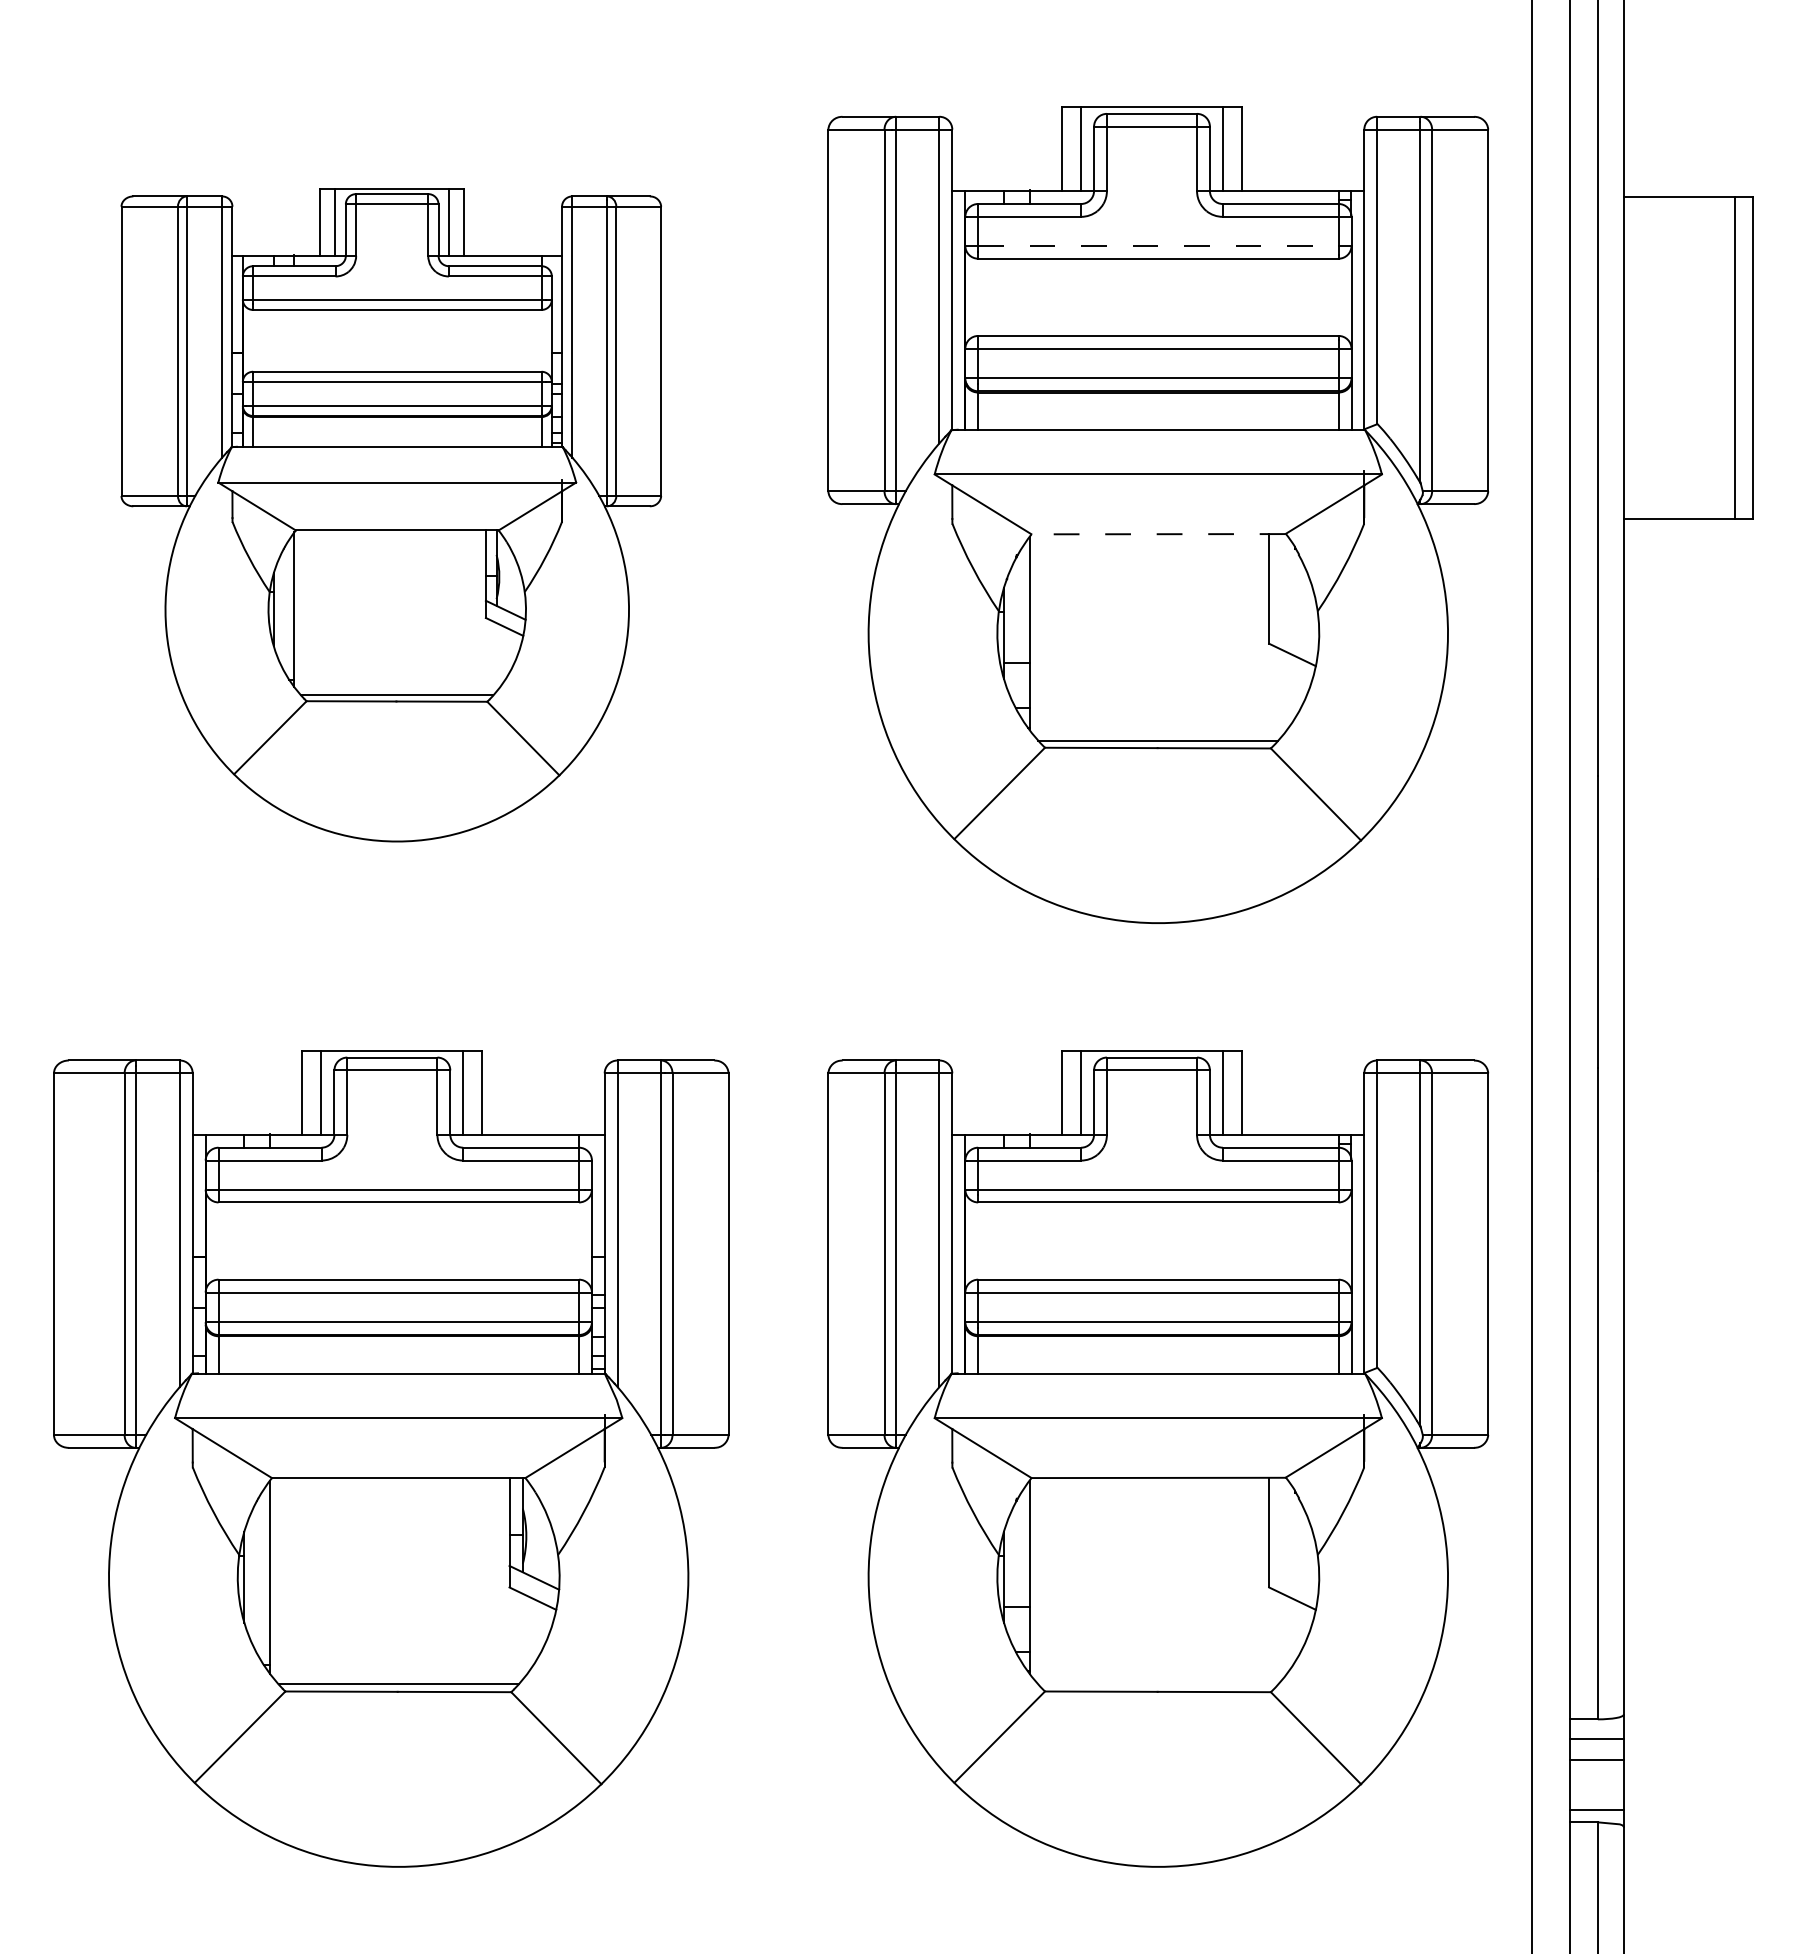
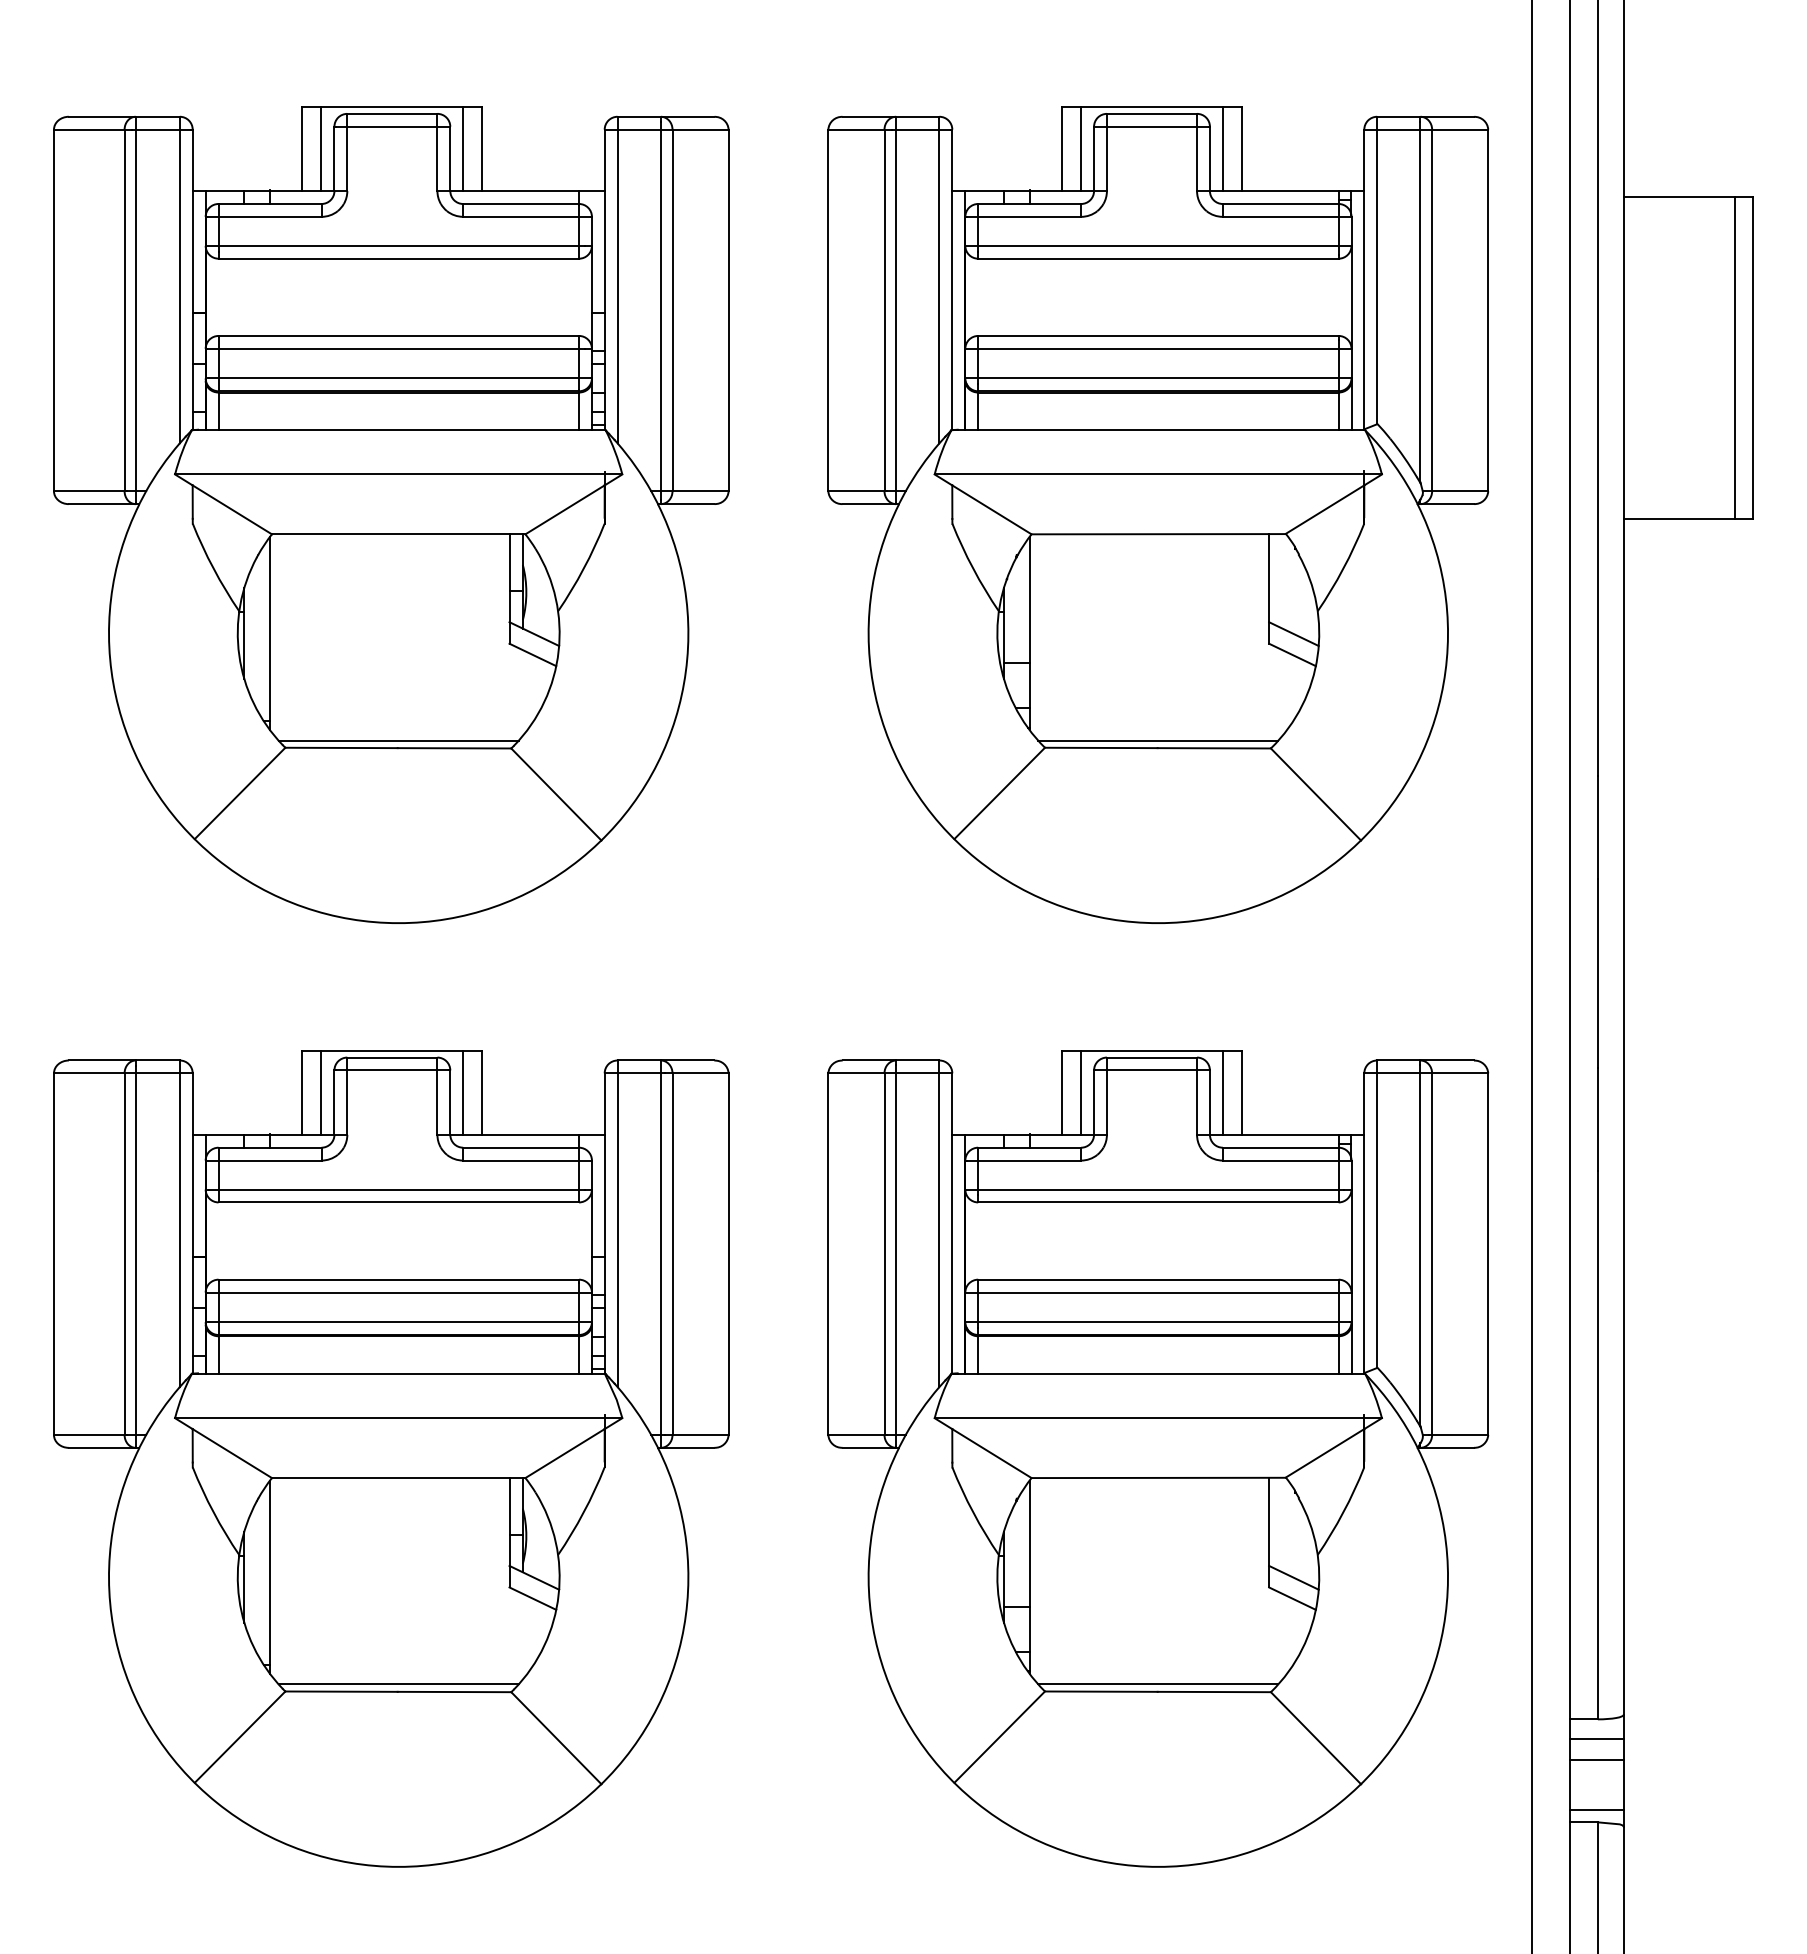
line at (1158, 245): dashed -> solid
part at (390, 515) size: 542x655 px -> 677x818 px
line at (1158, 534): dashed -> solid
line at (1293, 634): none -> present
line at (1293, 1577): none -> present
line at (1158, 1684): none -> present
